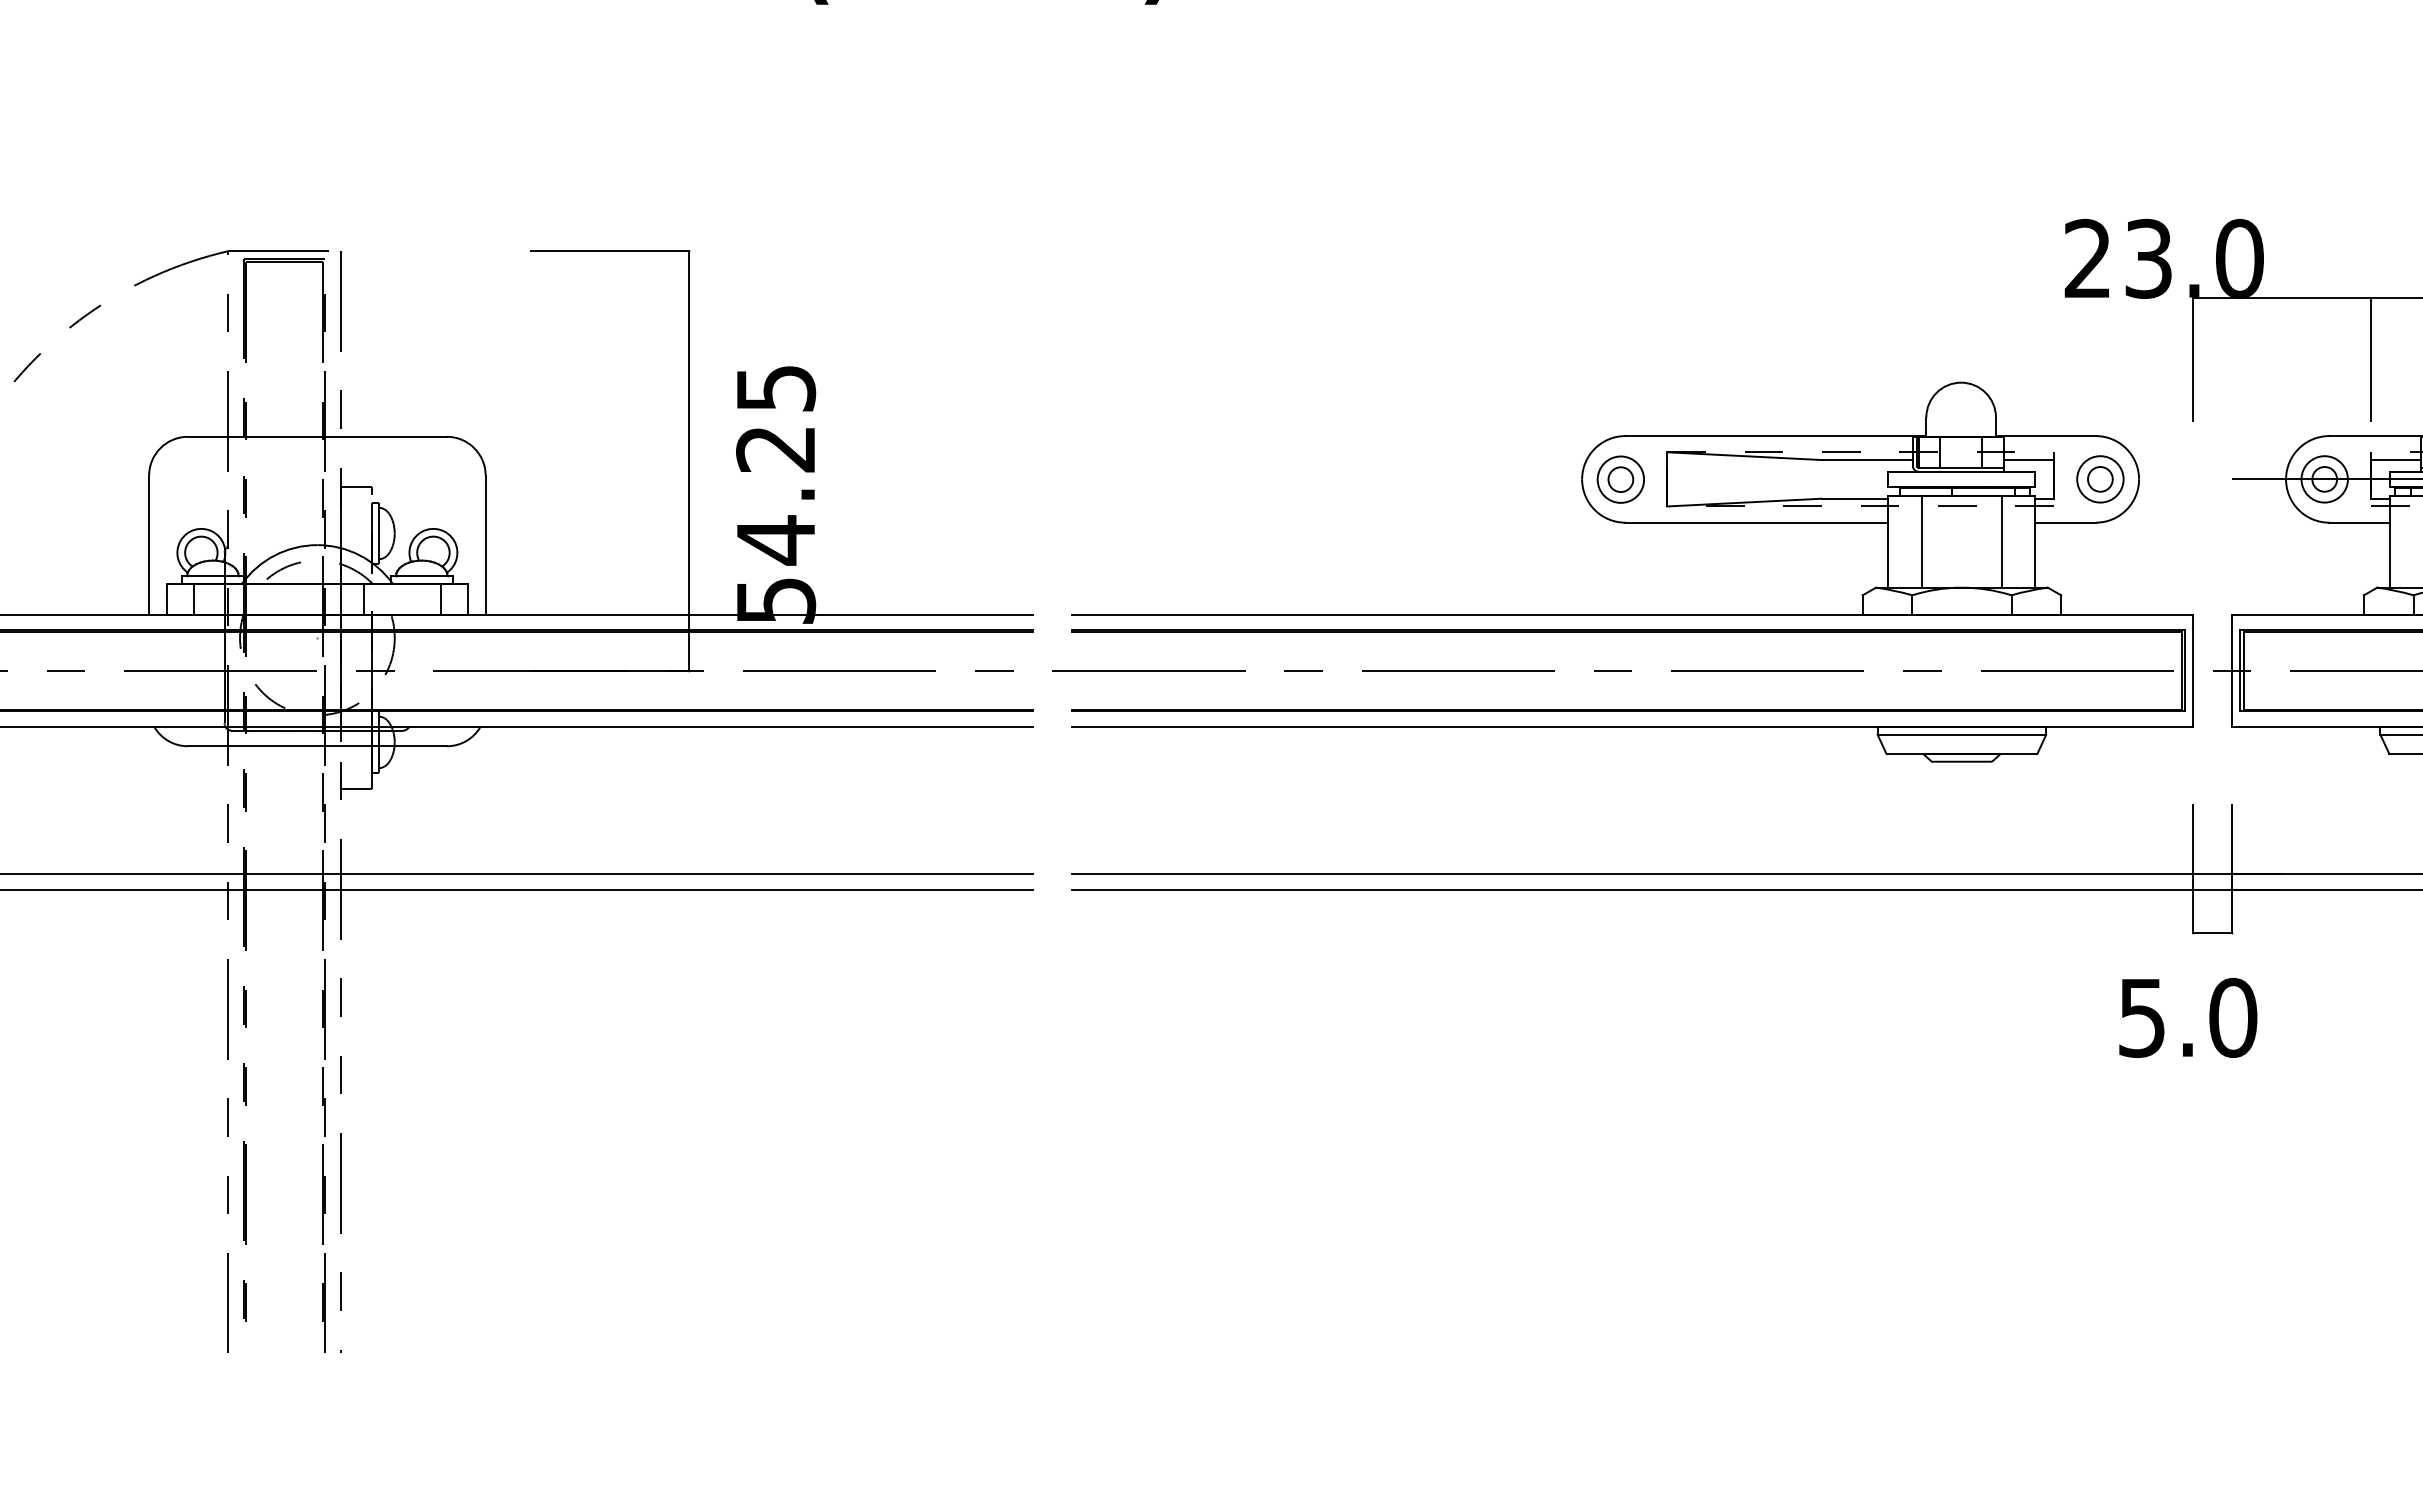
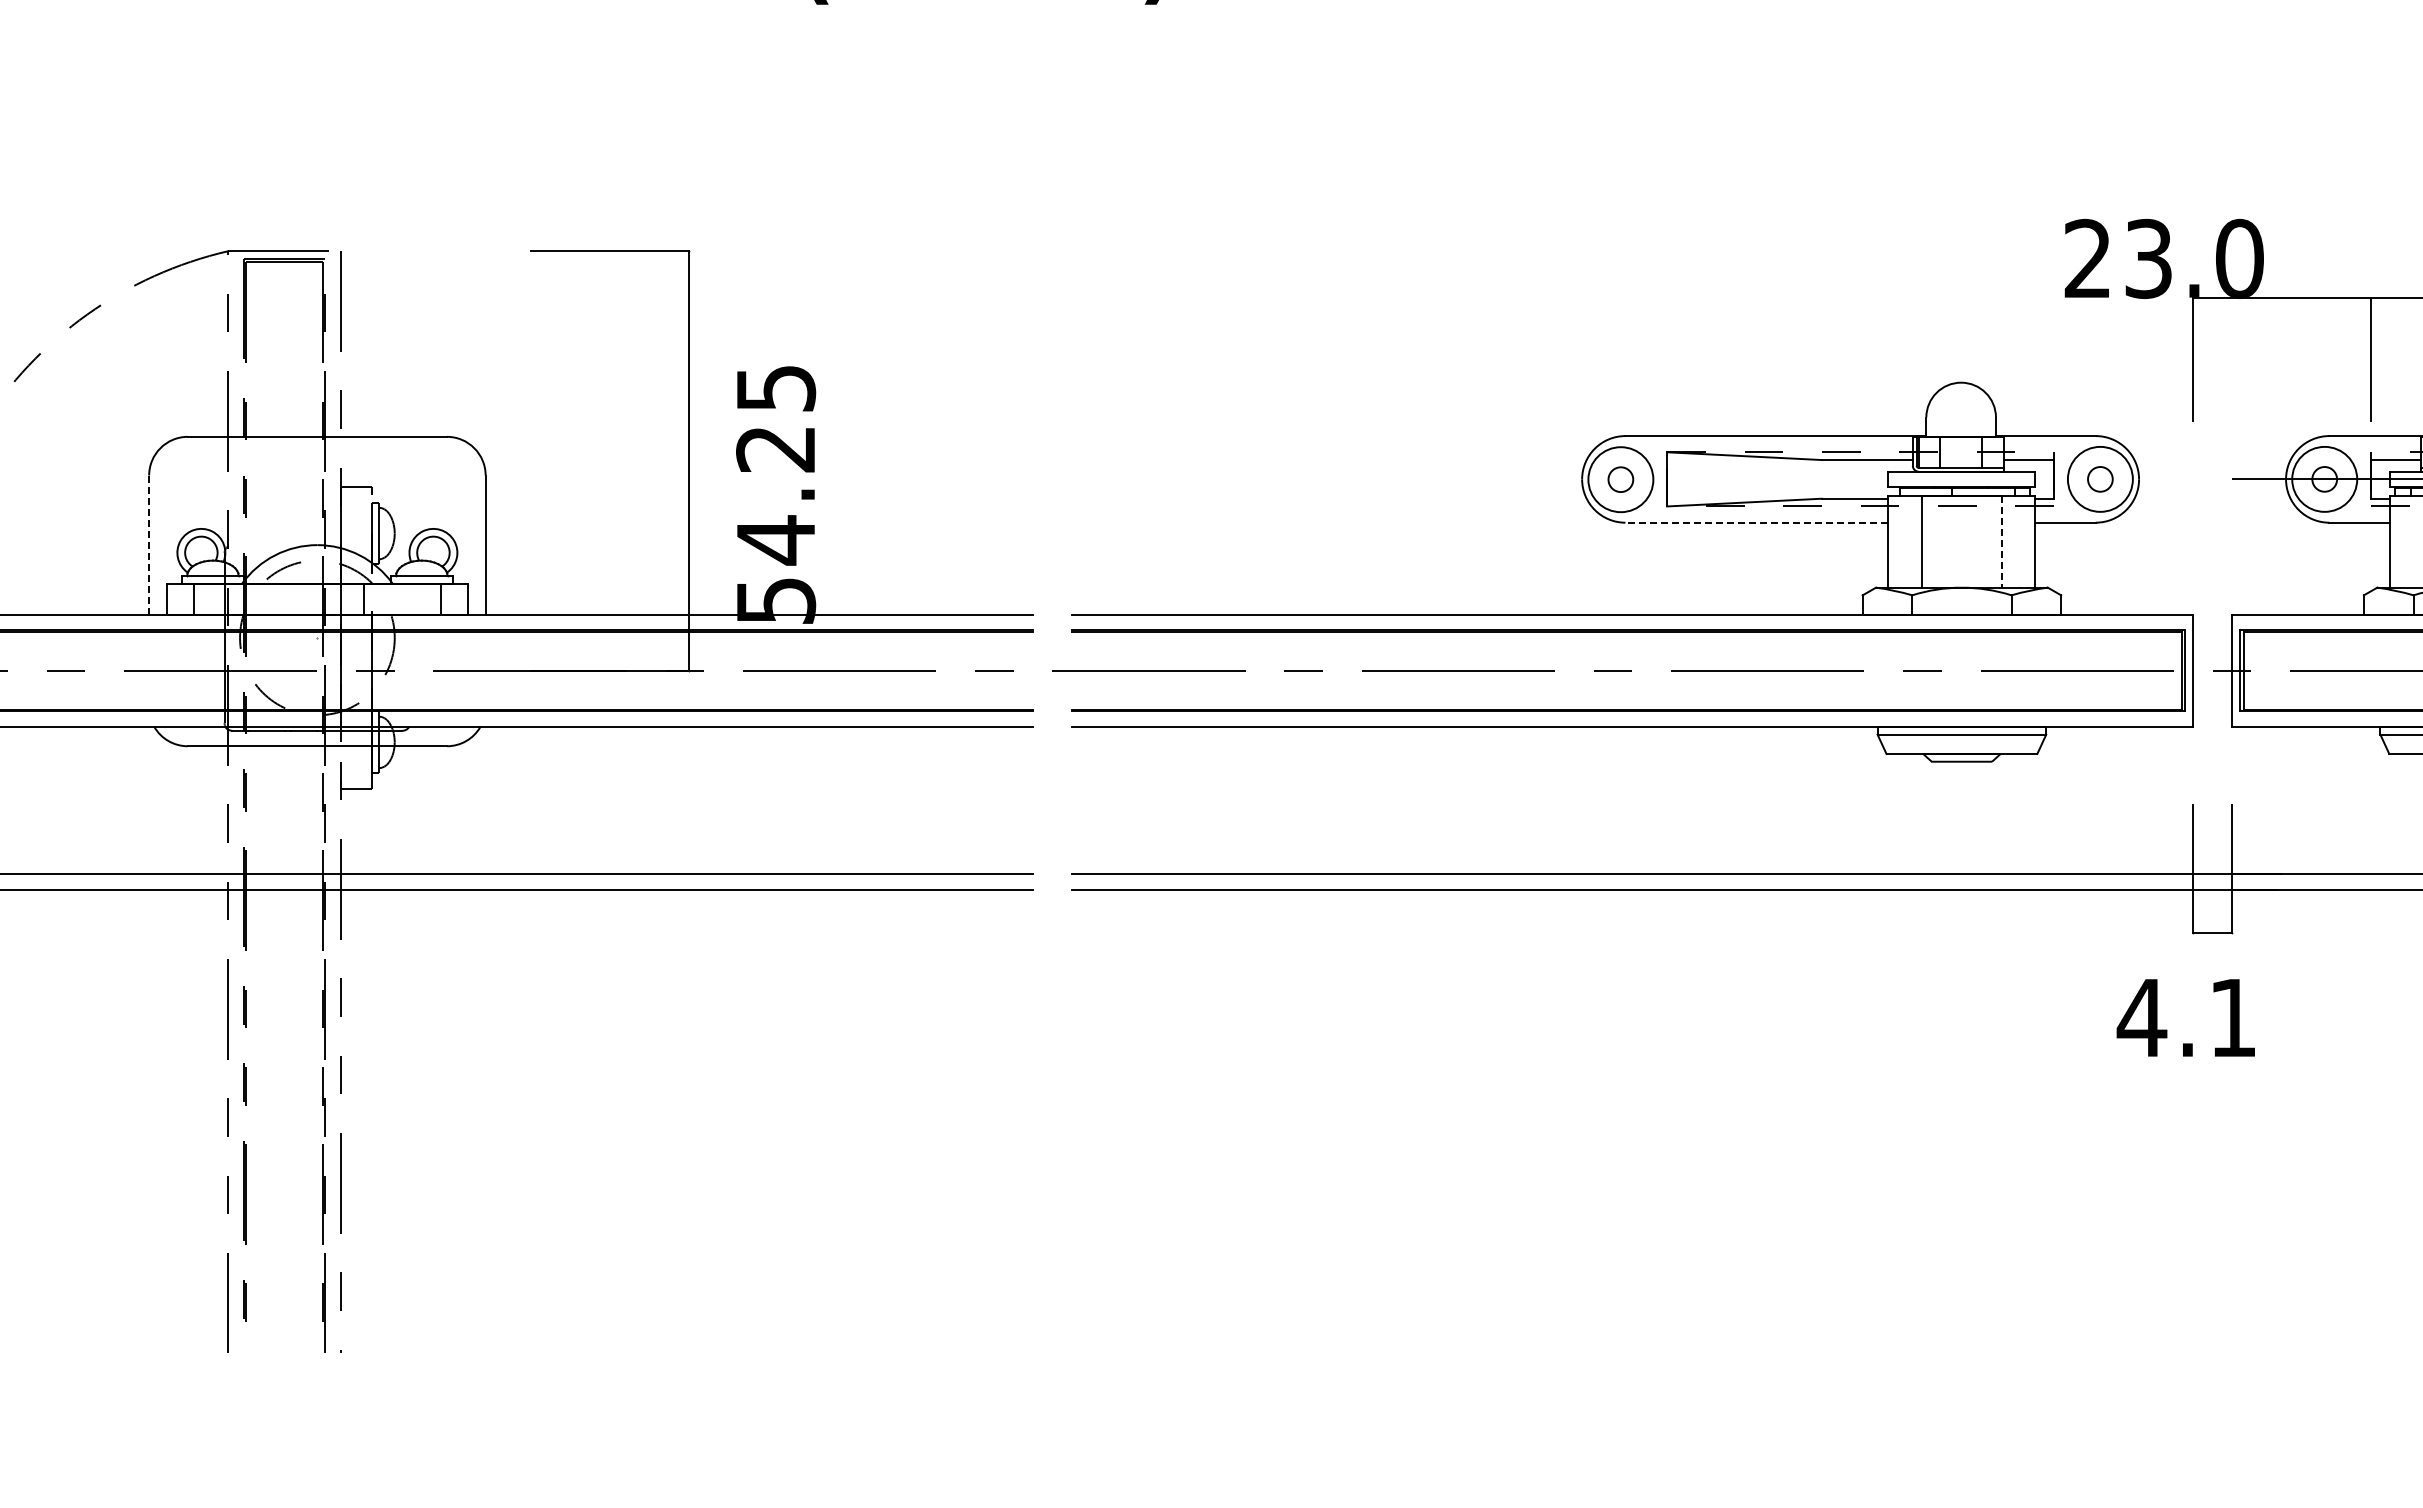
circle at (1620, 479) diameter: 46 px -> 65 px
circle at (2100, 479) diameter: 46 px -> 65 px
circle at (2324, 479) diameter: 46 px -> 65 px
line at (1756, 522): solid -> dashed
line at (2001, 542): solid -> dashed
line at (149, 545): solid -> dashed
text at (2186, 1017): 5.0 -> 4.1
